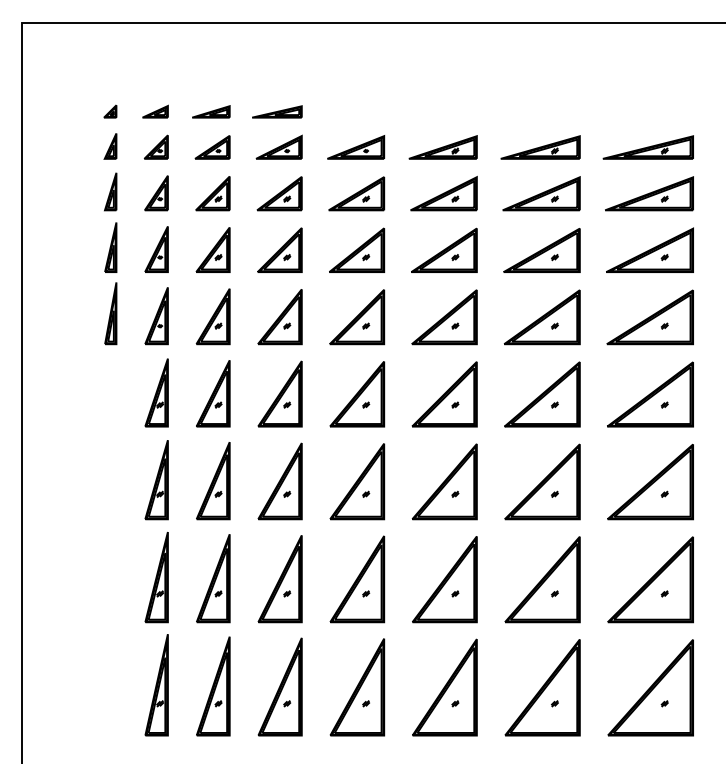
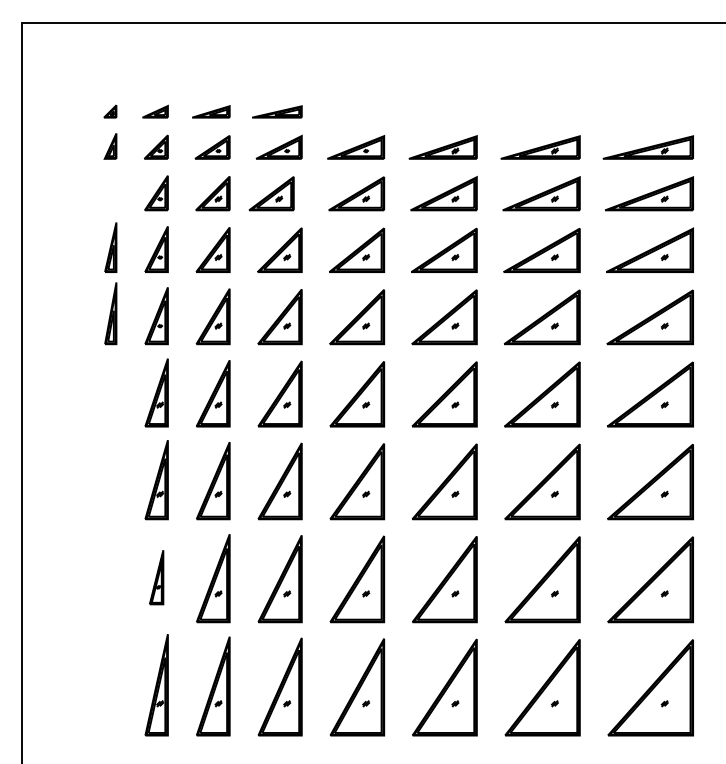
part at (110, 191): present -> none
part at (279, 193) position: (279, 193) -> (271, 193)
part at (156, 577) size: 25x93 px -> 16x56 px
